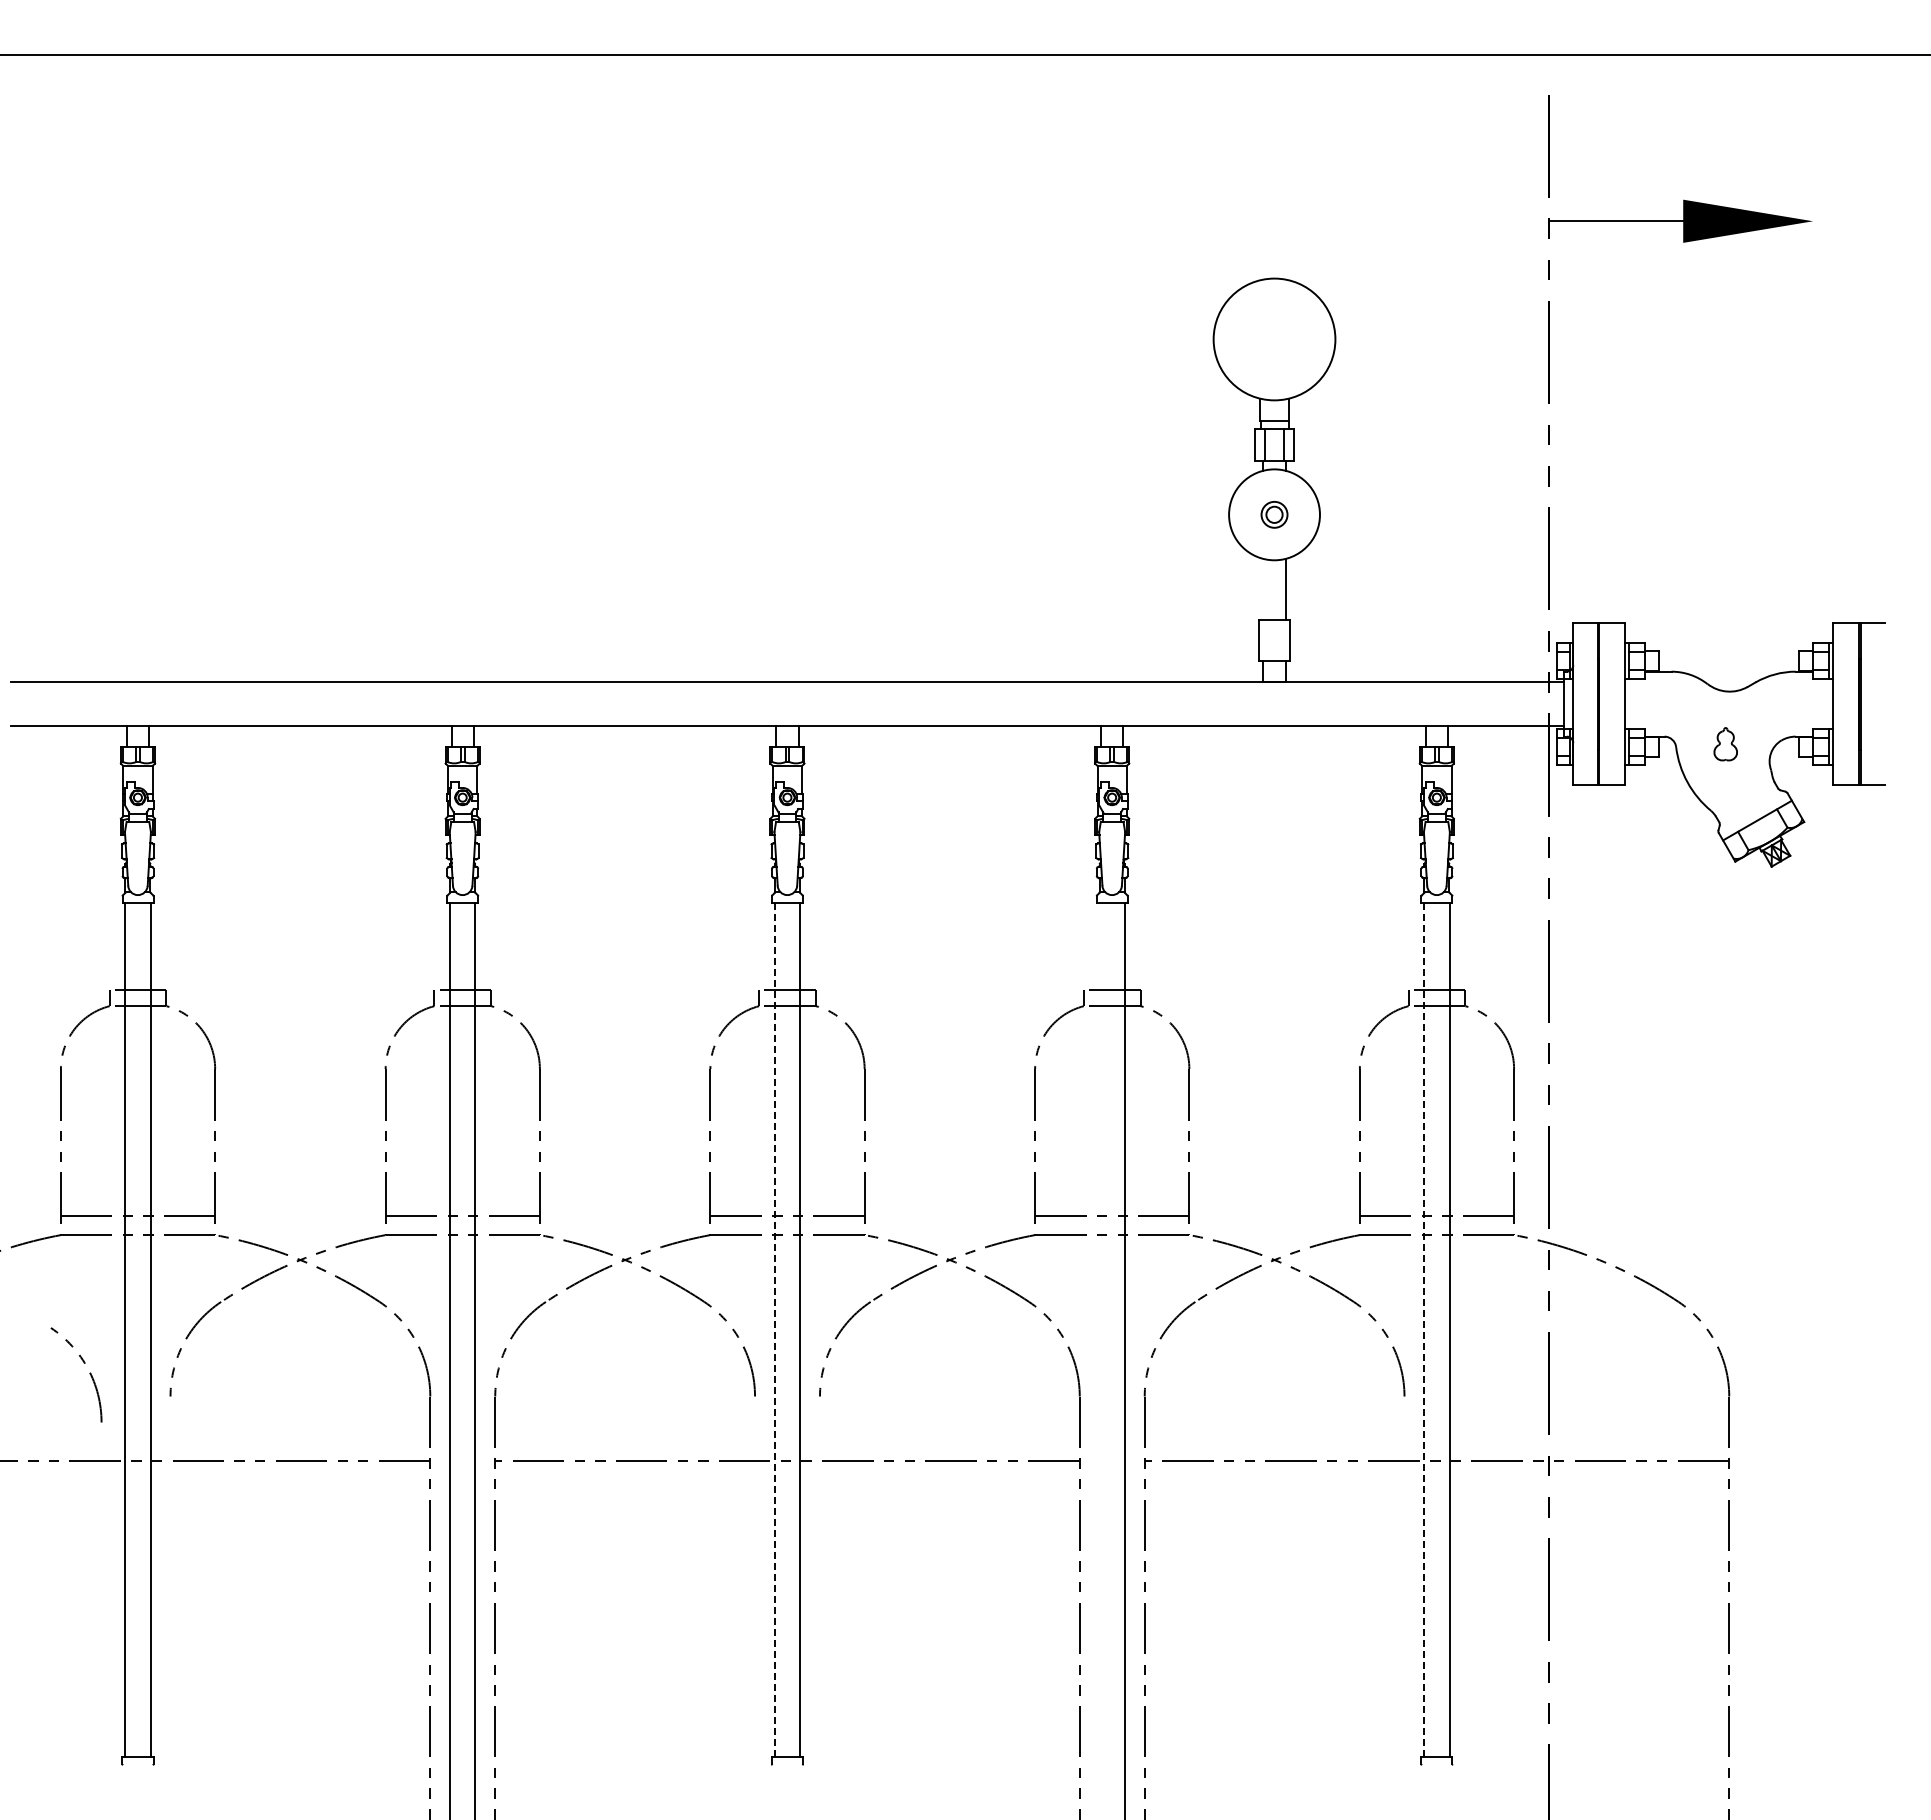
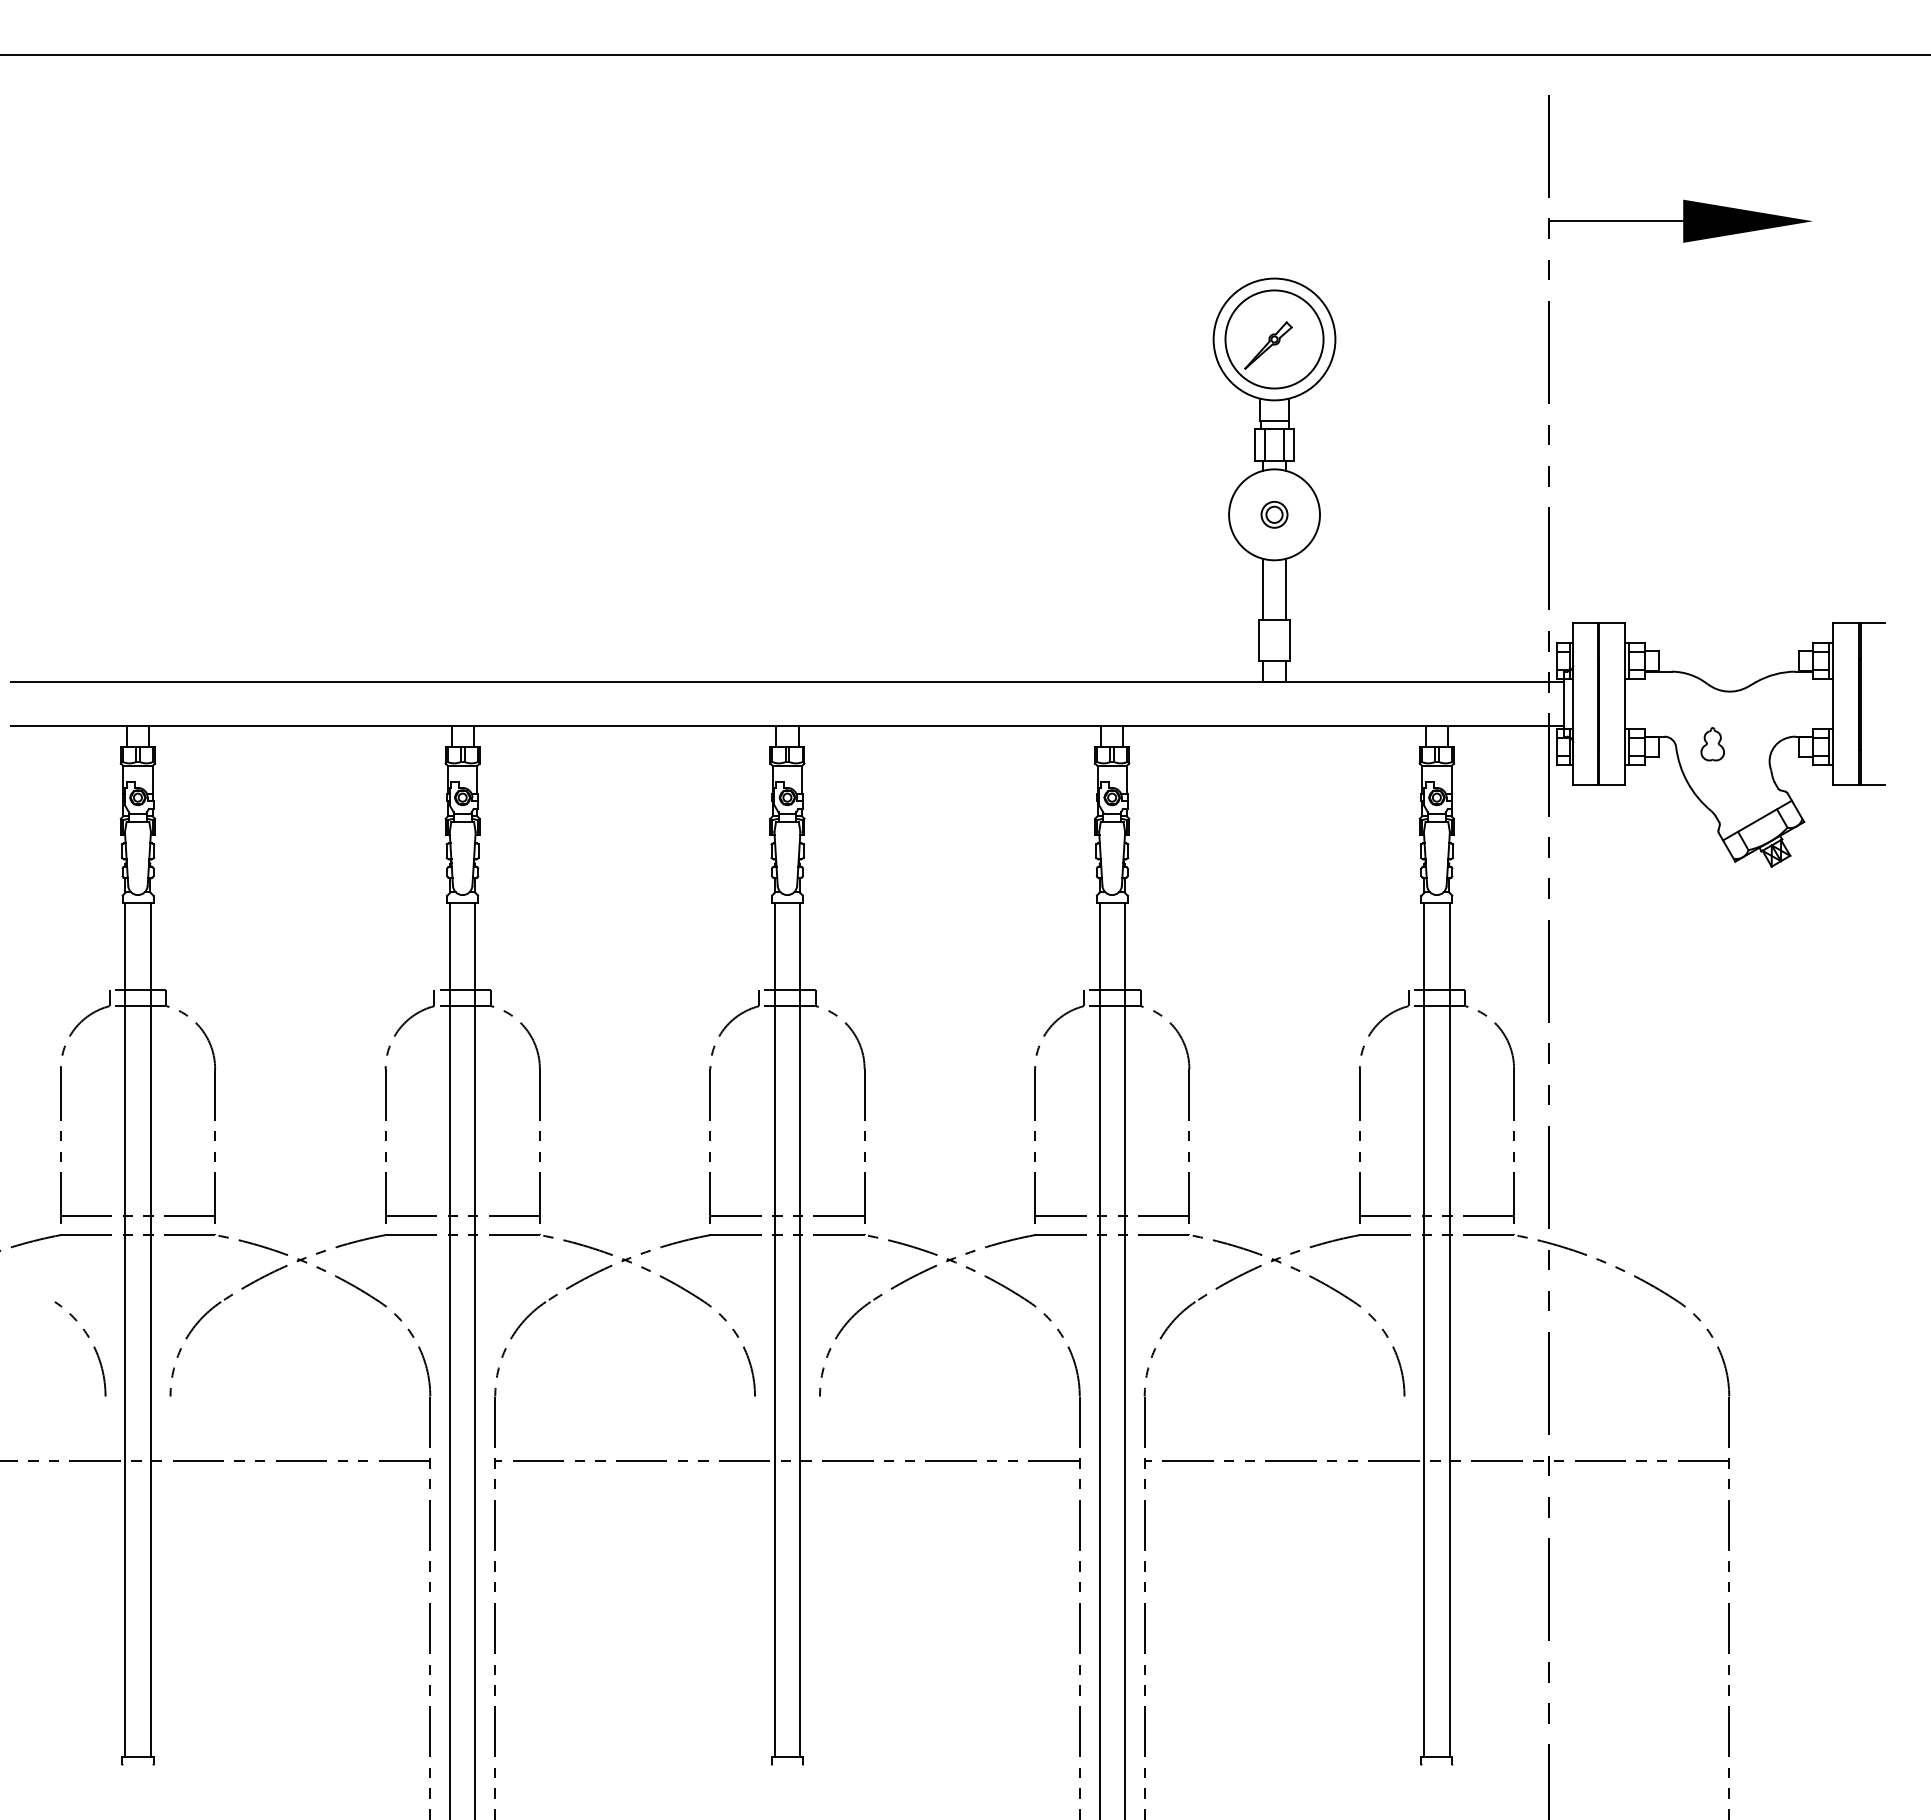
part at (1274, 339): none -> present
line at (1263, 589): none -> present
part at (1725, 744) position: (1725, 744) -> (1712, 744)
line at (774, 1330): dashed -> solid
line at (1424, 1330): dashed -> solid
line at (1099, 1359): none -> present
arc at (89, 1374) position: (89, 1374) -> (93, 1348)
